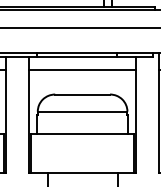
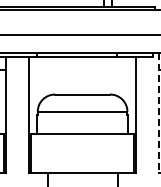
line at (79, 27) position: (79, 27) -> (79, 34)
line at (82, 70): present -> none
line at (159, 113): solid -> dashed
